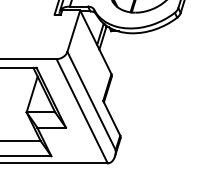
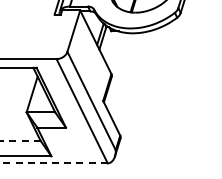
line at (20, 140): solid -> dashed
line at (53, 163): solid -> dashed
